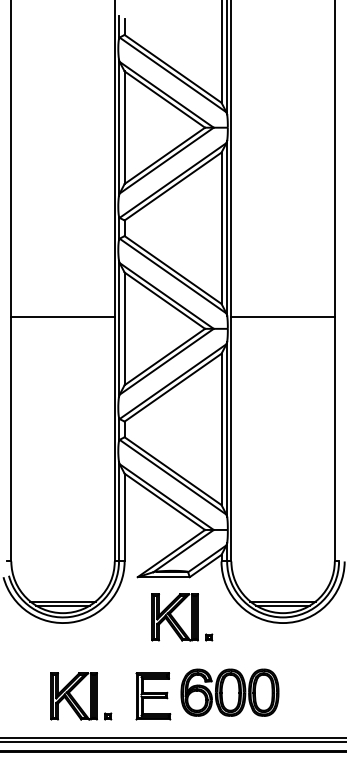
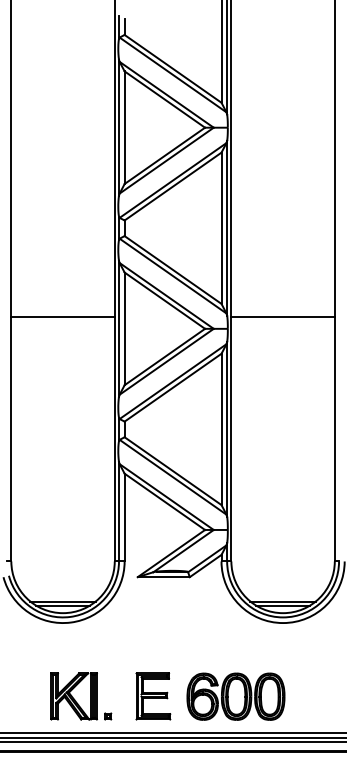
part at (182, 617): present -> none
part at (229, 692) position: (229, 692) -> (235, 696)
line at (172, 732): none -> present
